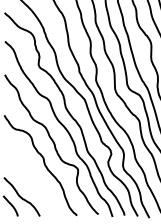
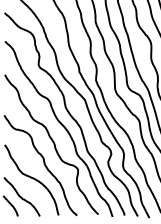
curve at (31, 178): none -> present
